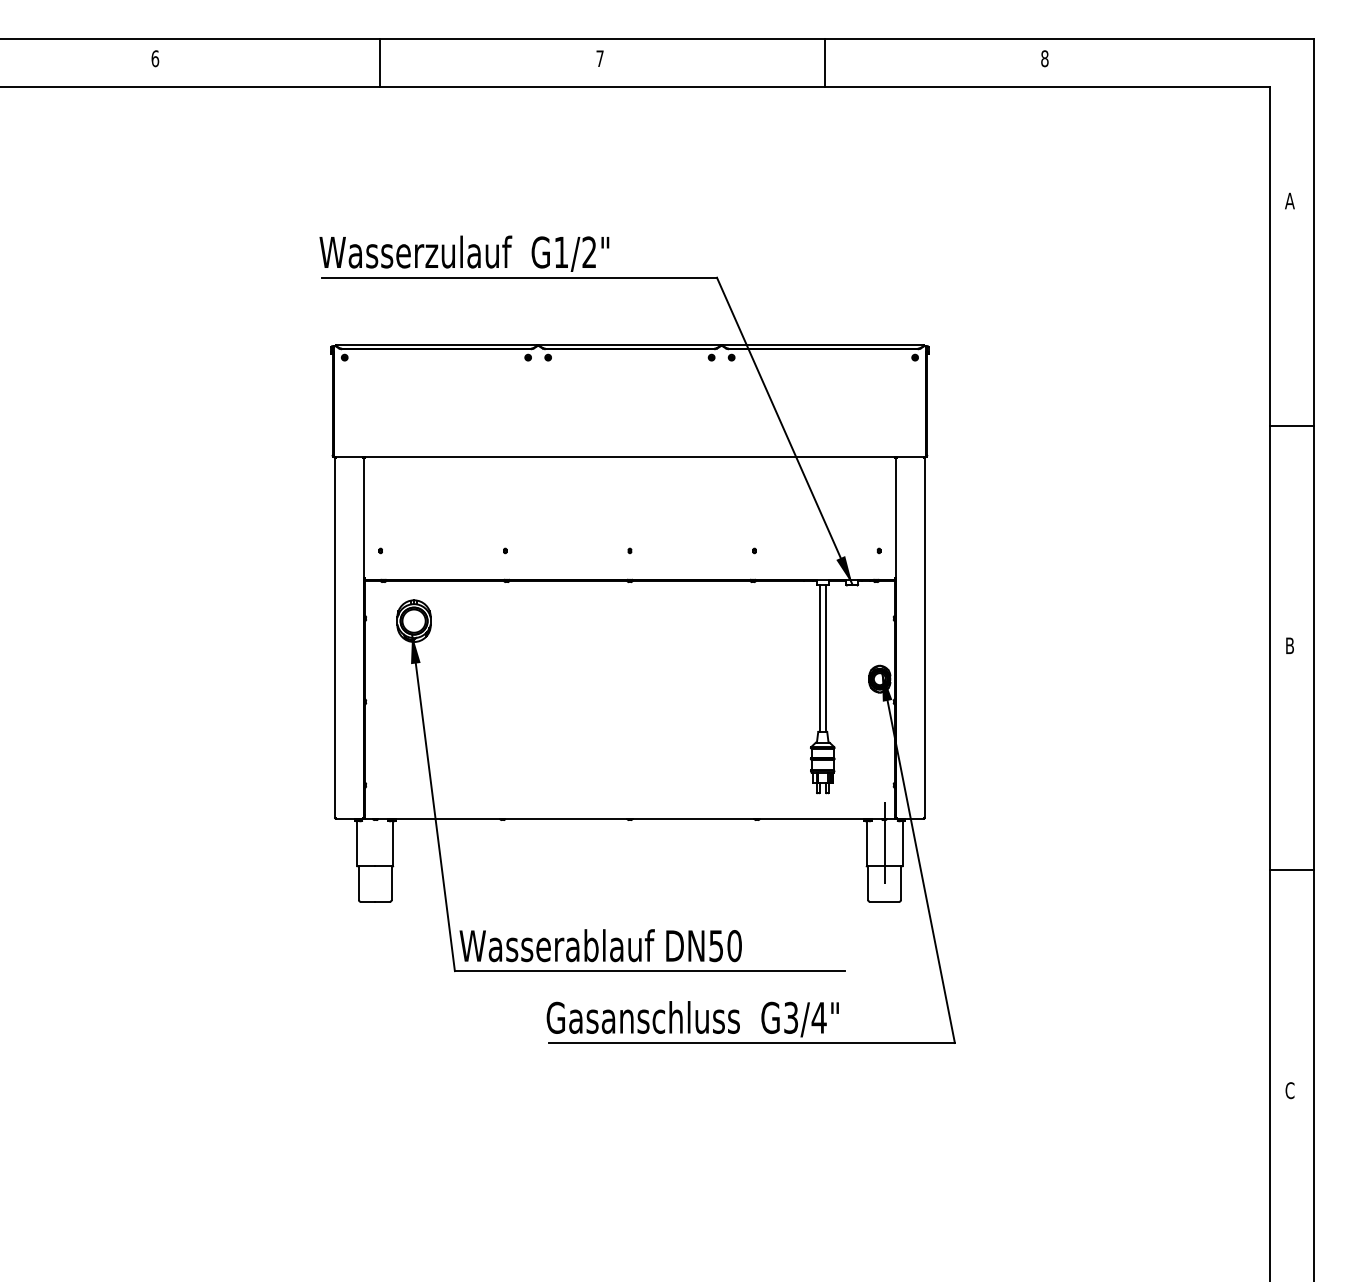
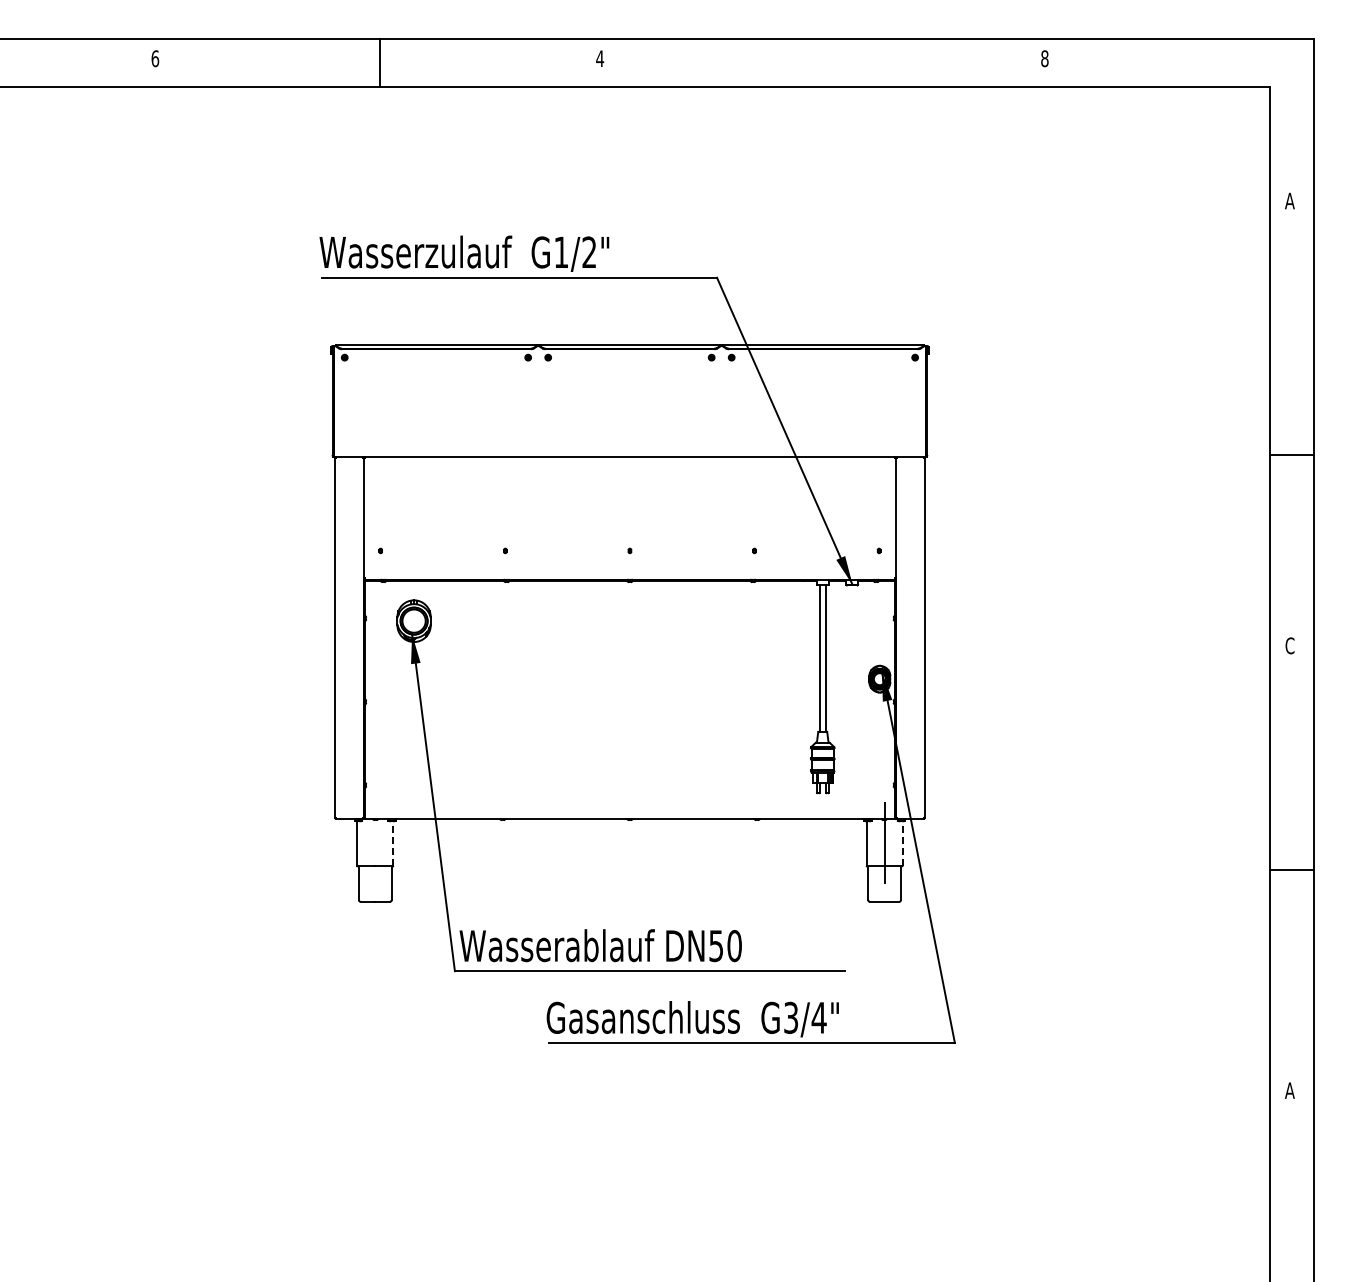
text at (600, 58): 7 -> 4
line at (825, 62): present -> none
line at (1291, 425) position: (1291, 425) -> (1291, 454)
text at (1289, 645): B -> C
line at (393, 843): solid -> dashed
line at (902, 843): solid -> dashed
text at (1289, 1090): C -> A
